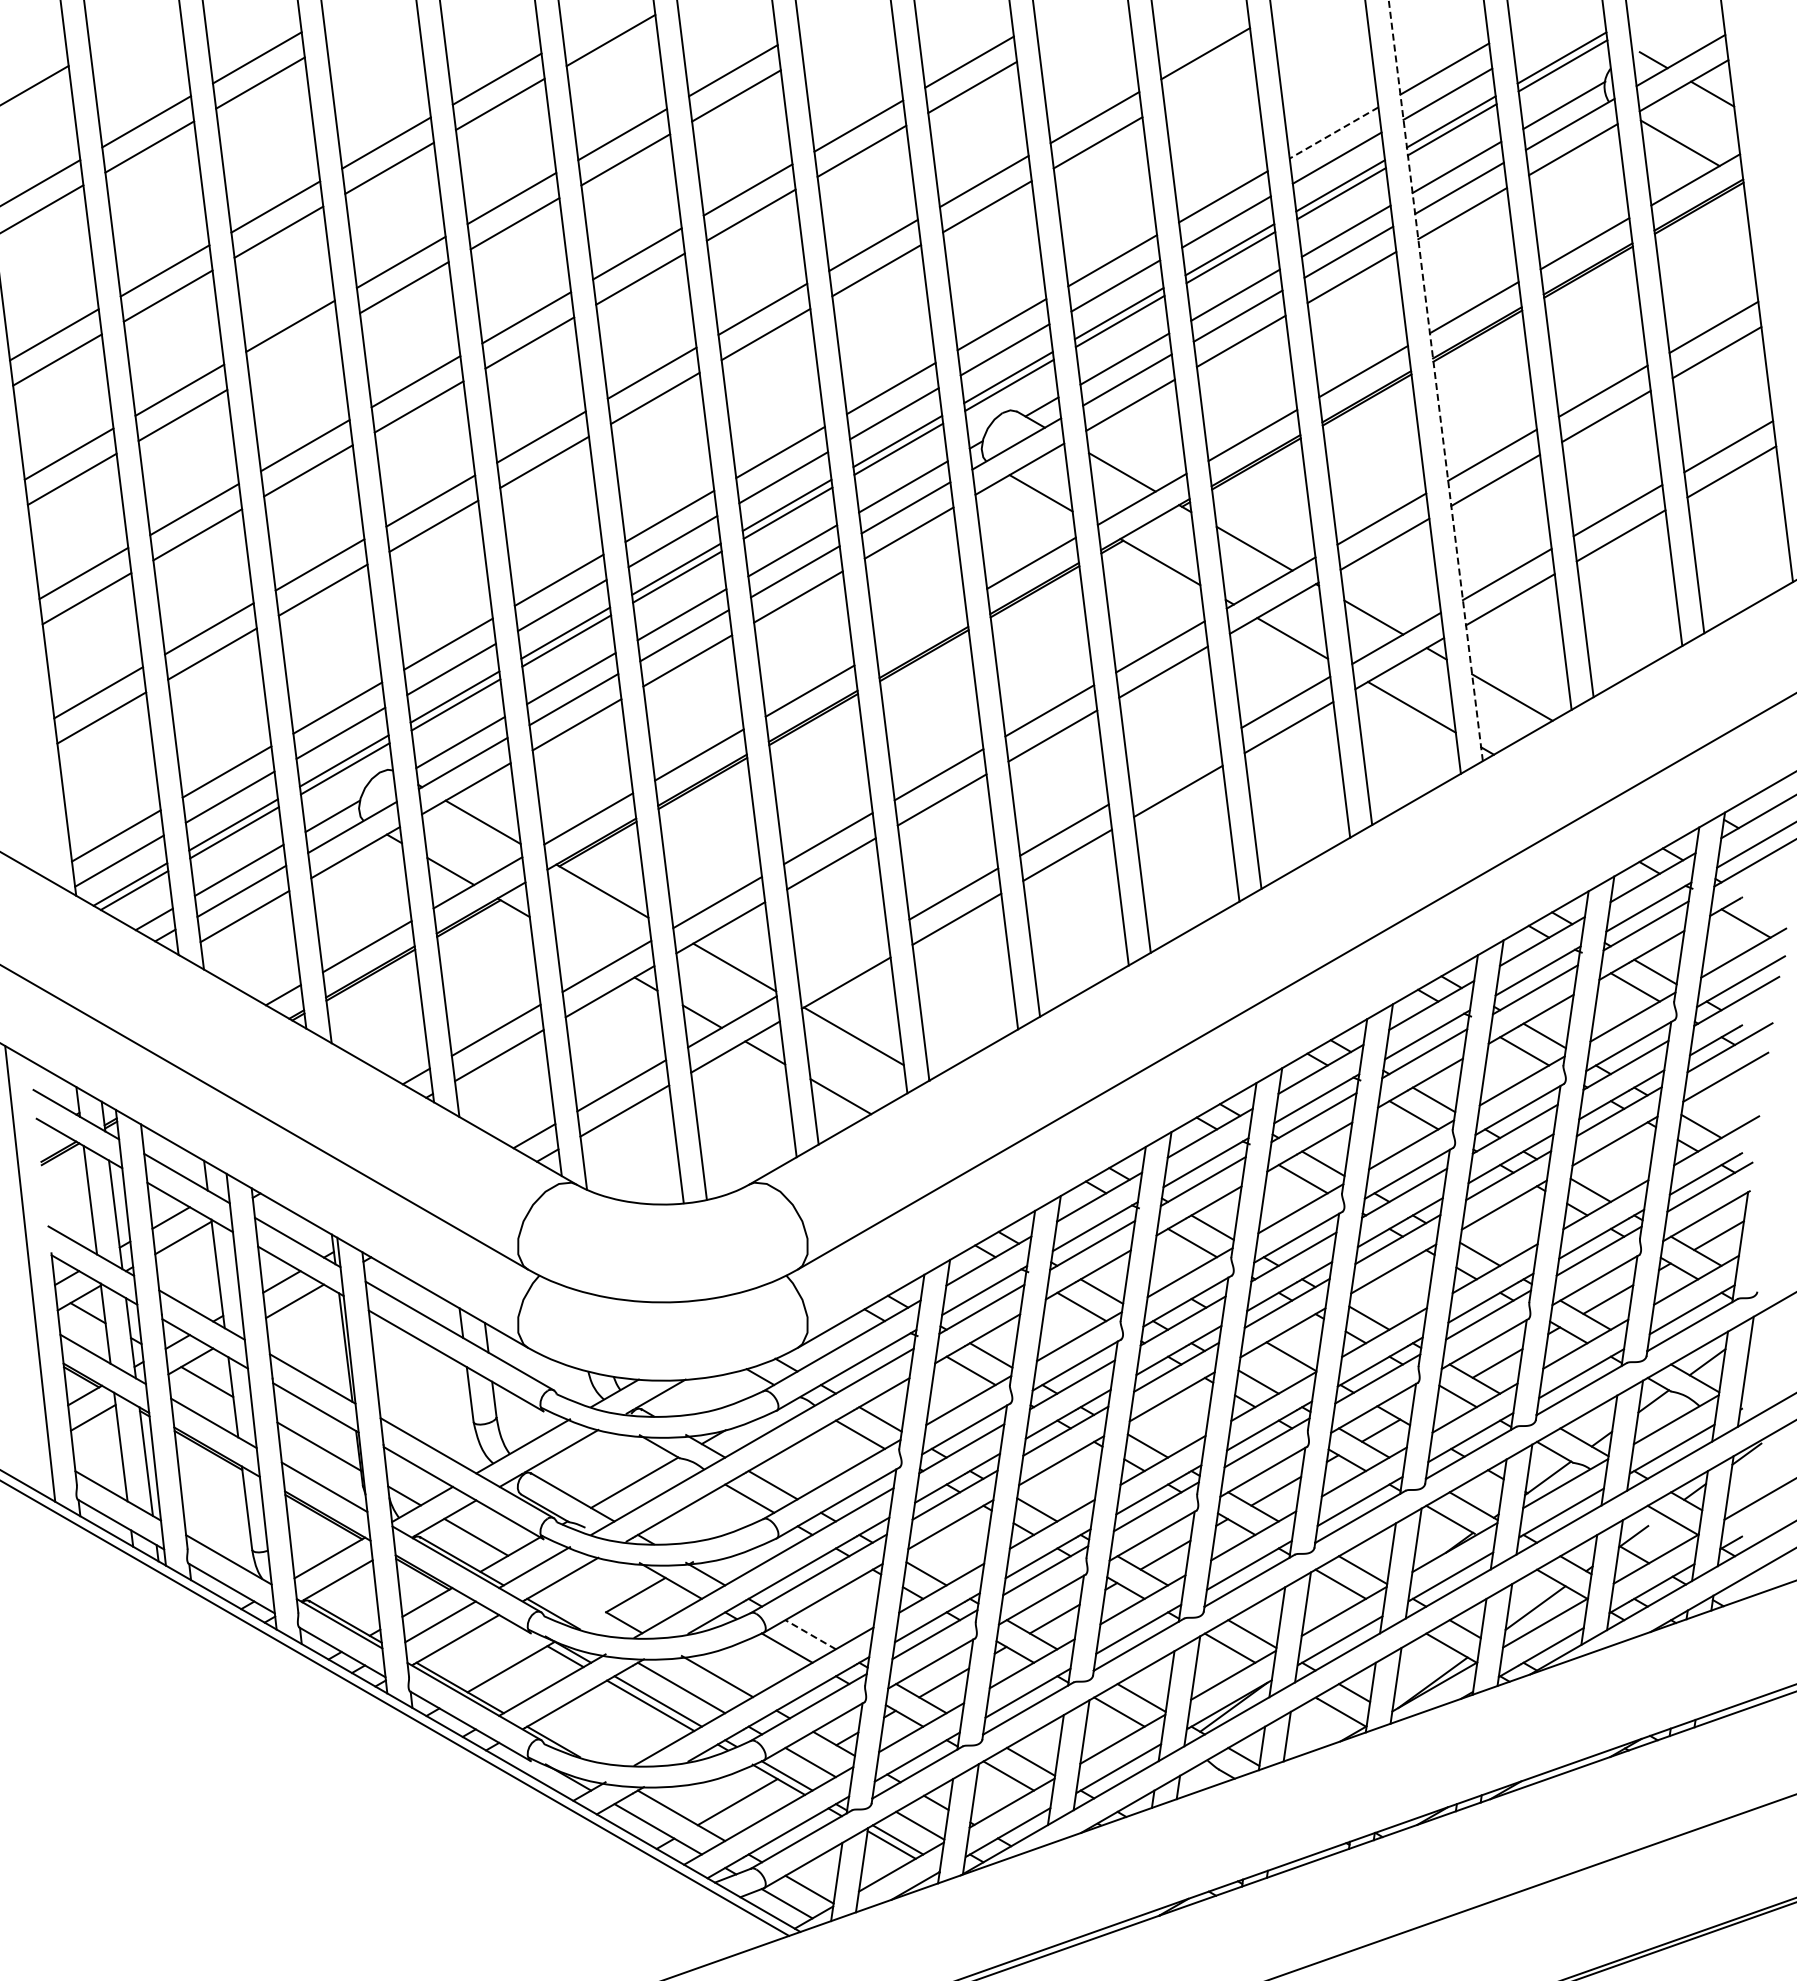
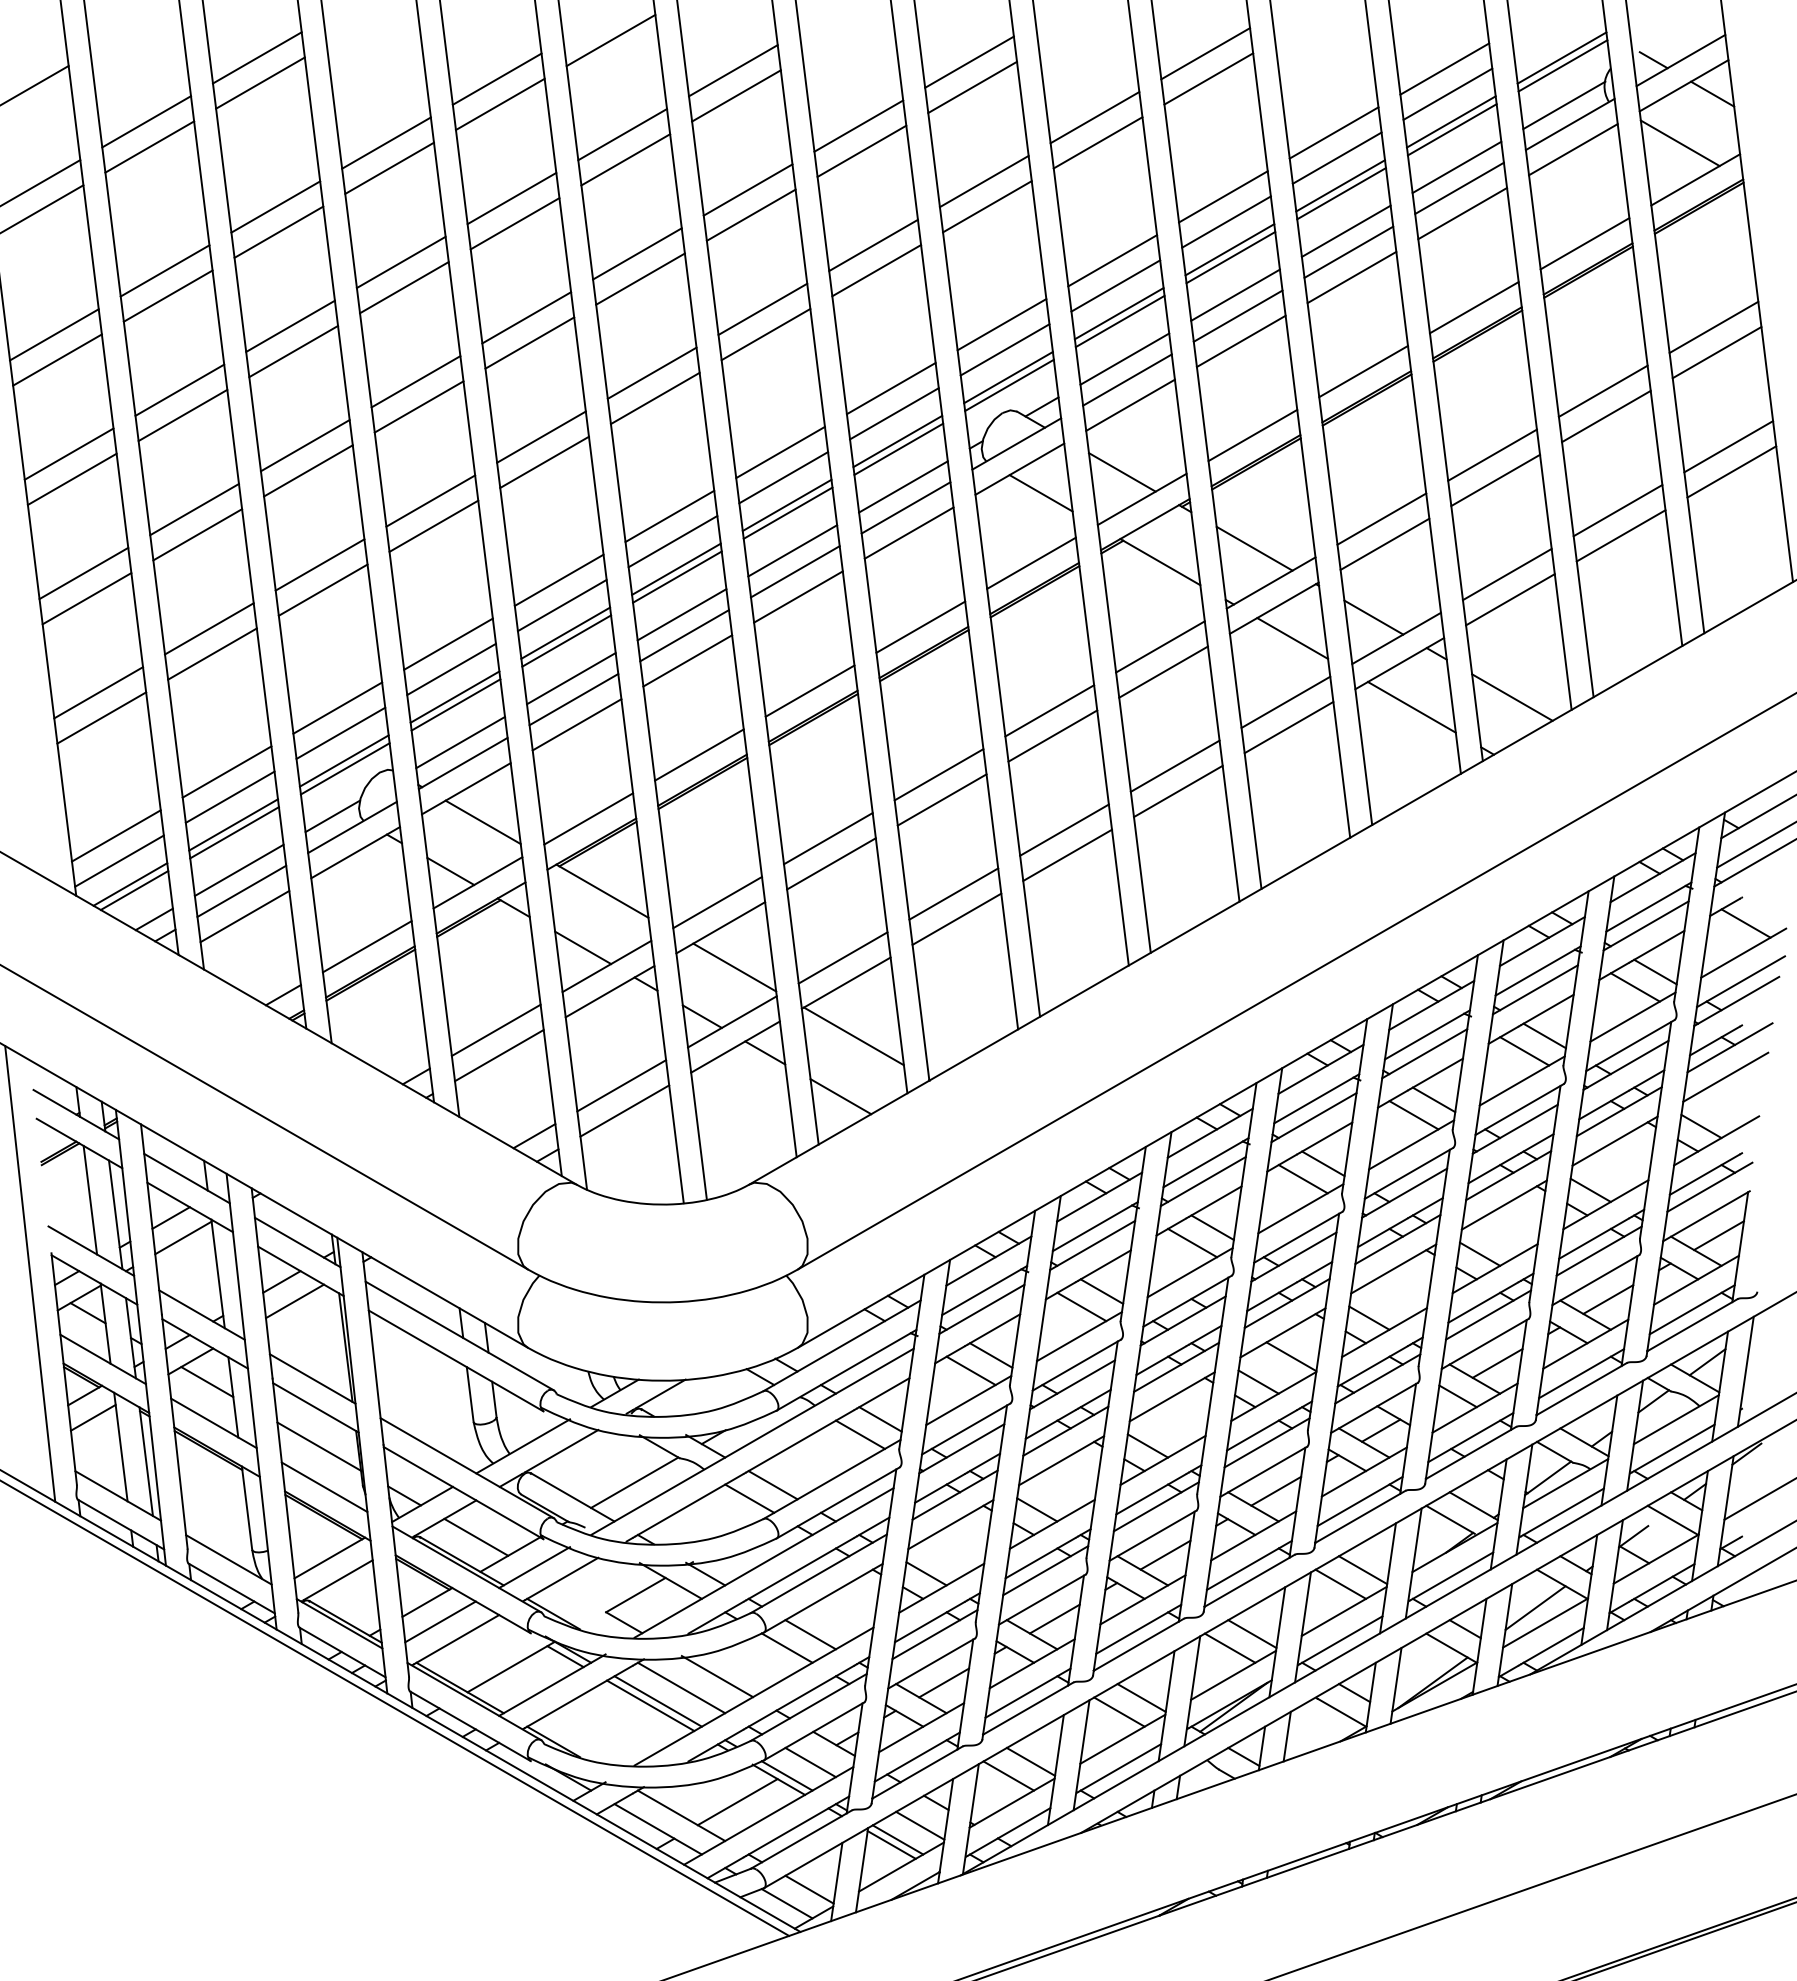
line at (1208, 78): none -> present
line at (1333, 133): dashed -> solid
line at (293, 351): none -> present
line at (1435, 380): dashed -> solid
line at (920, 626): none -> present
line at (1174, 765): none -> present
line at (583, 947): none -> present
line at (842, 957): none -> present
line at (810, 1634): dashed -> solid
